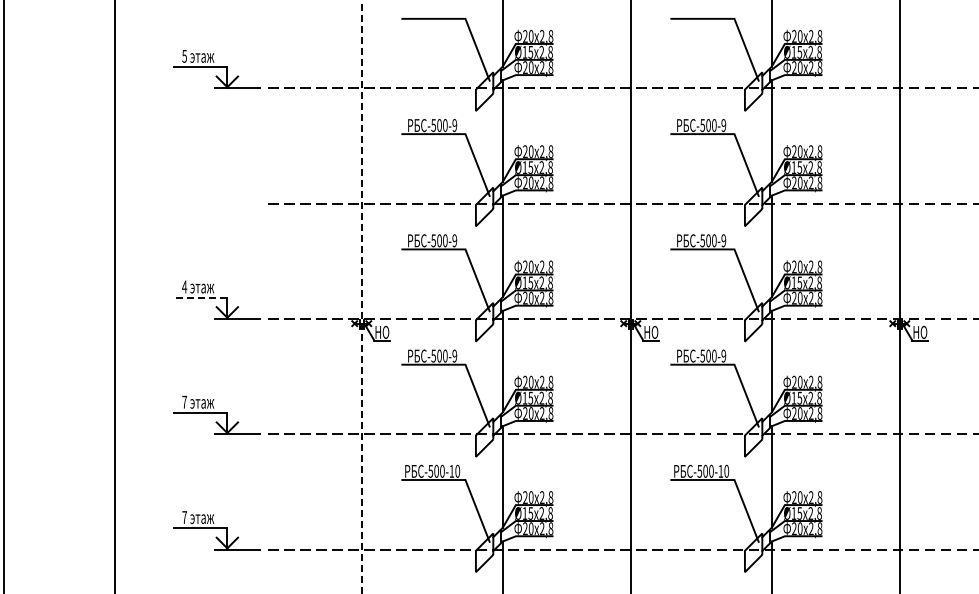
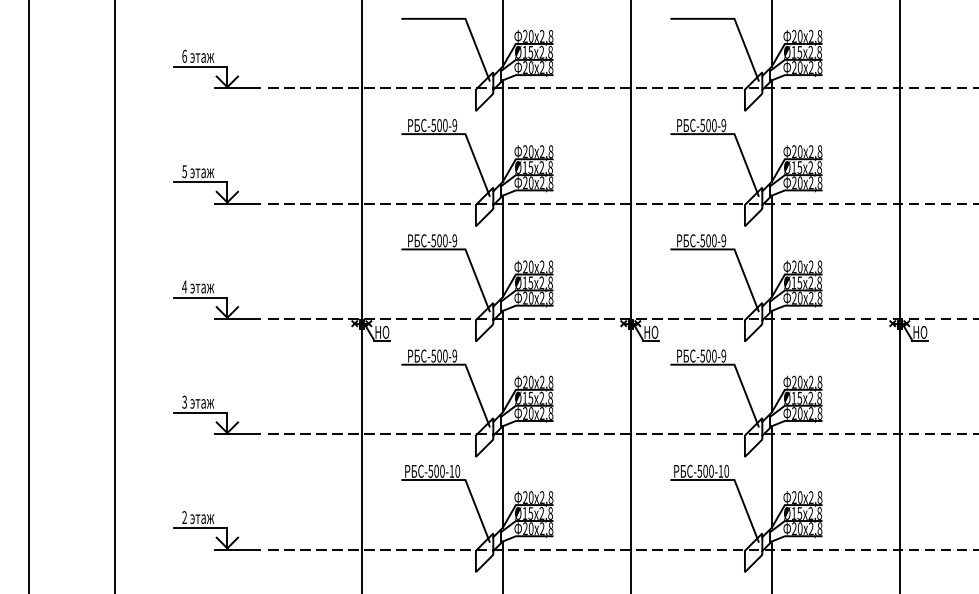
text at (184, 55): 5 -> 6
part at (216, 184): none -> present
line at (4, 296) position: (4, 296) -> (29, 296)
line at (200, 297): dashed -> solid
line at (361, 297): dashed -> solid
text at (184, 401): 7 -> 3
text at (184, 517): 7 -> 2
